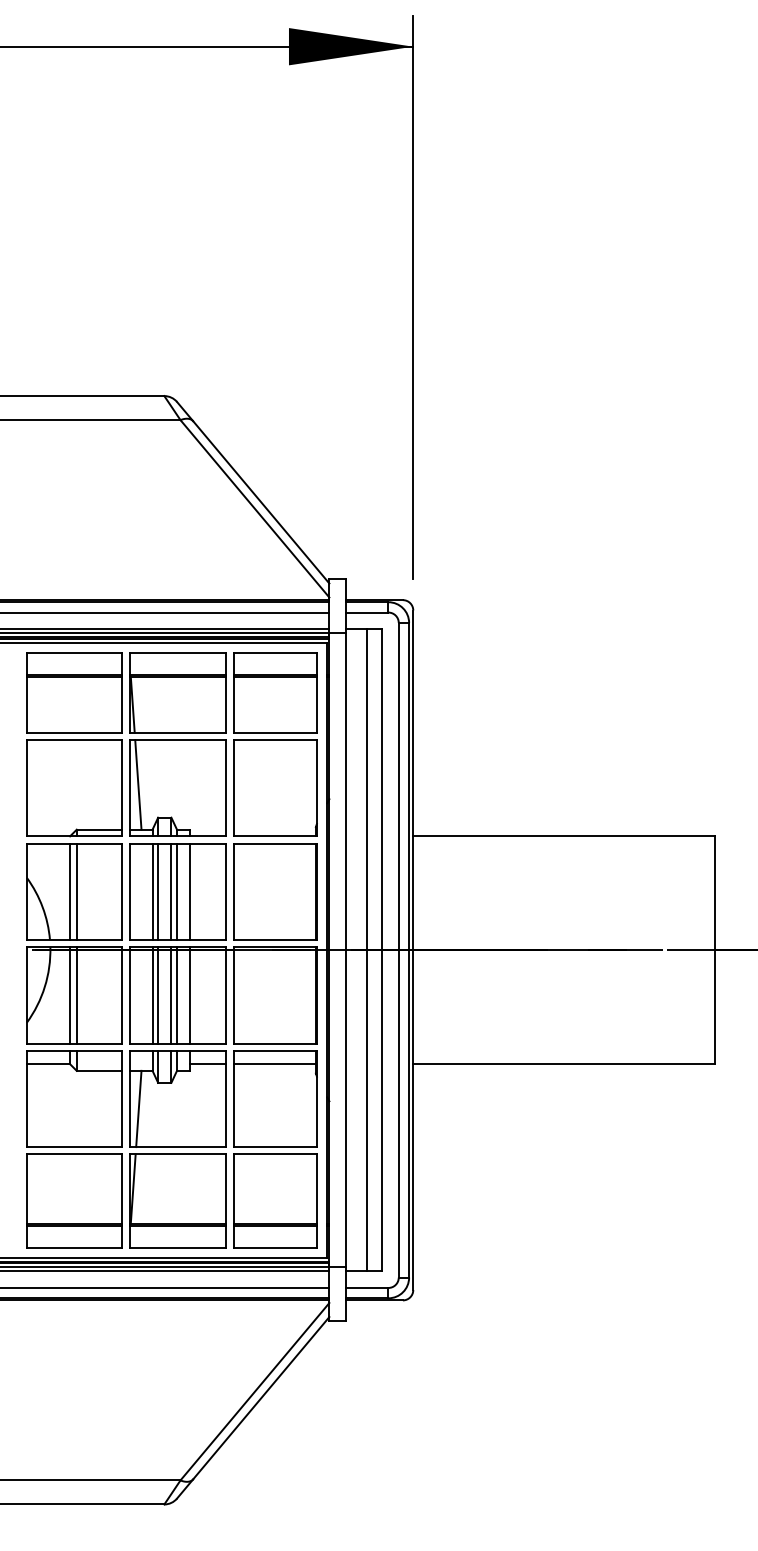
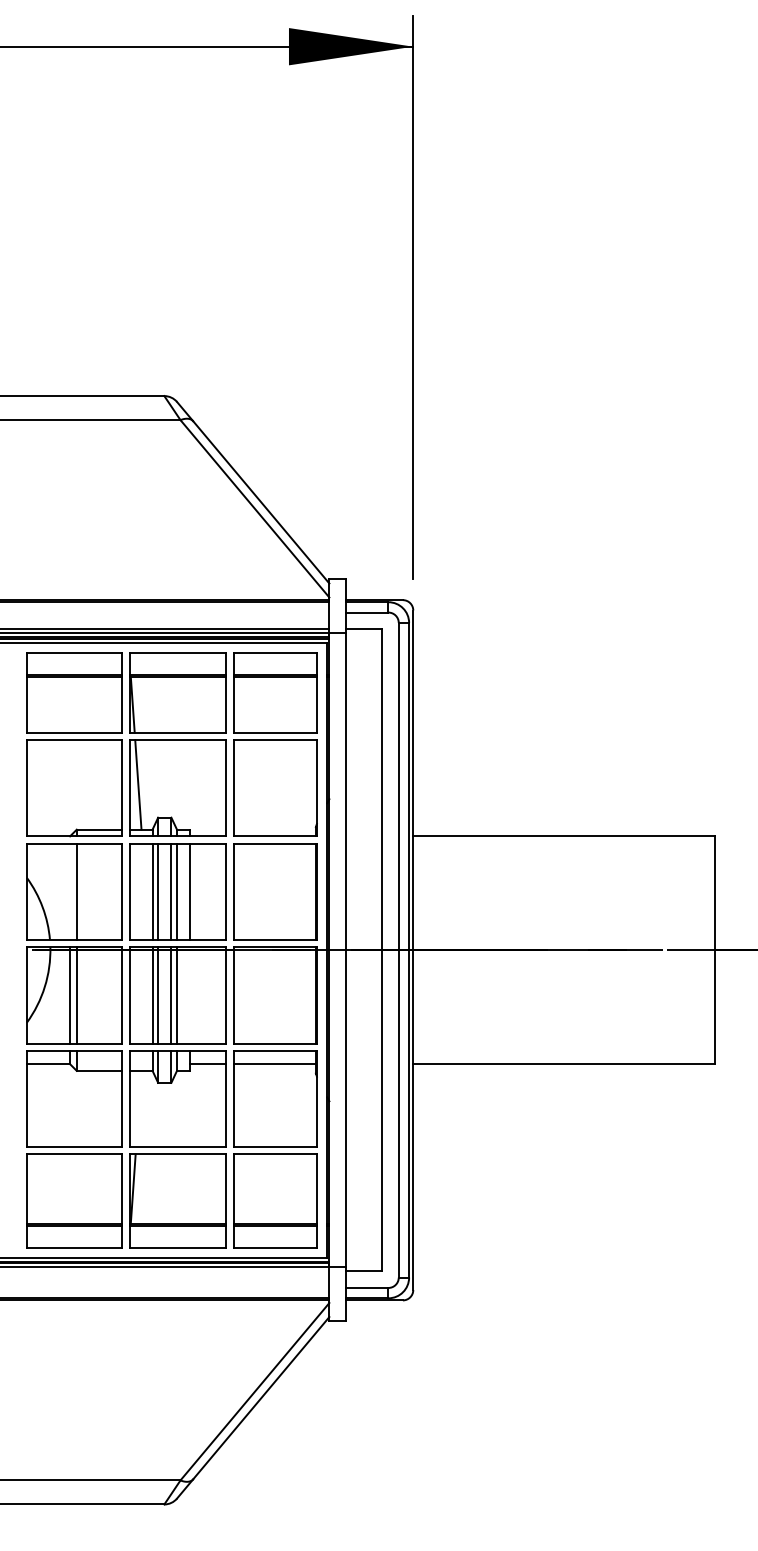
line at (165, 612): present -> none
line at (70, 891): present -> none
line at (366, 950): present -> none
line at (190, 995): present -> none
line at (138, 1108): present -> none
line at (165, 1271): present -> none
line at (165, 1287): present -> none
